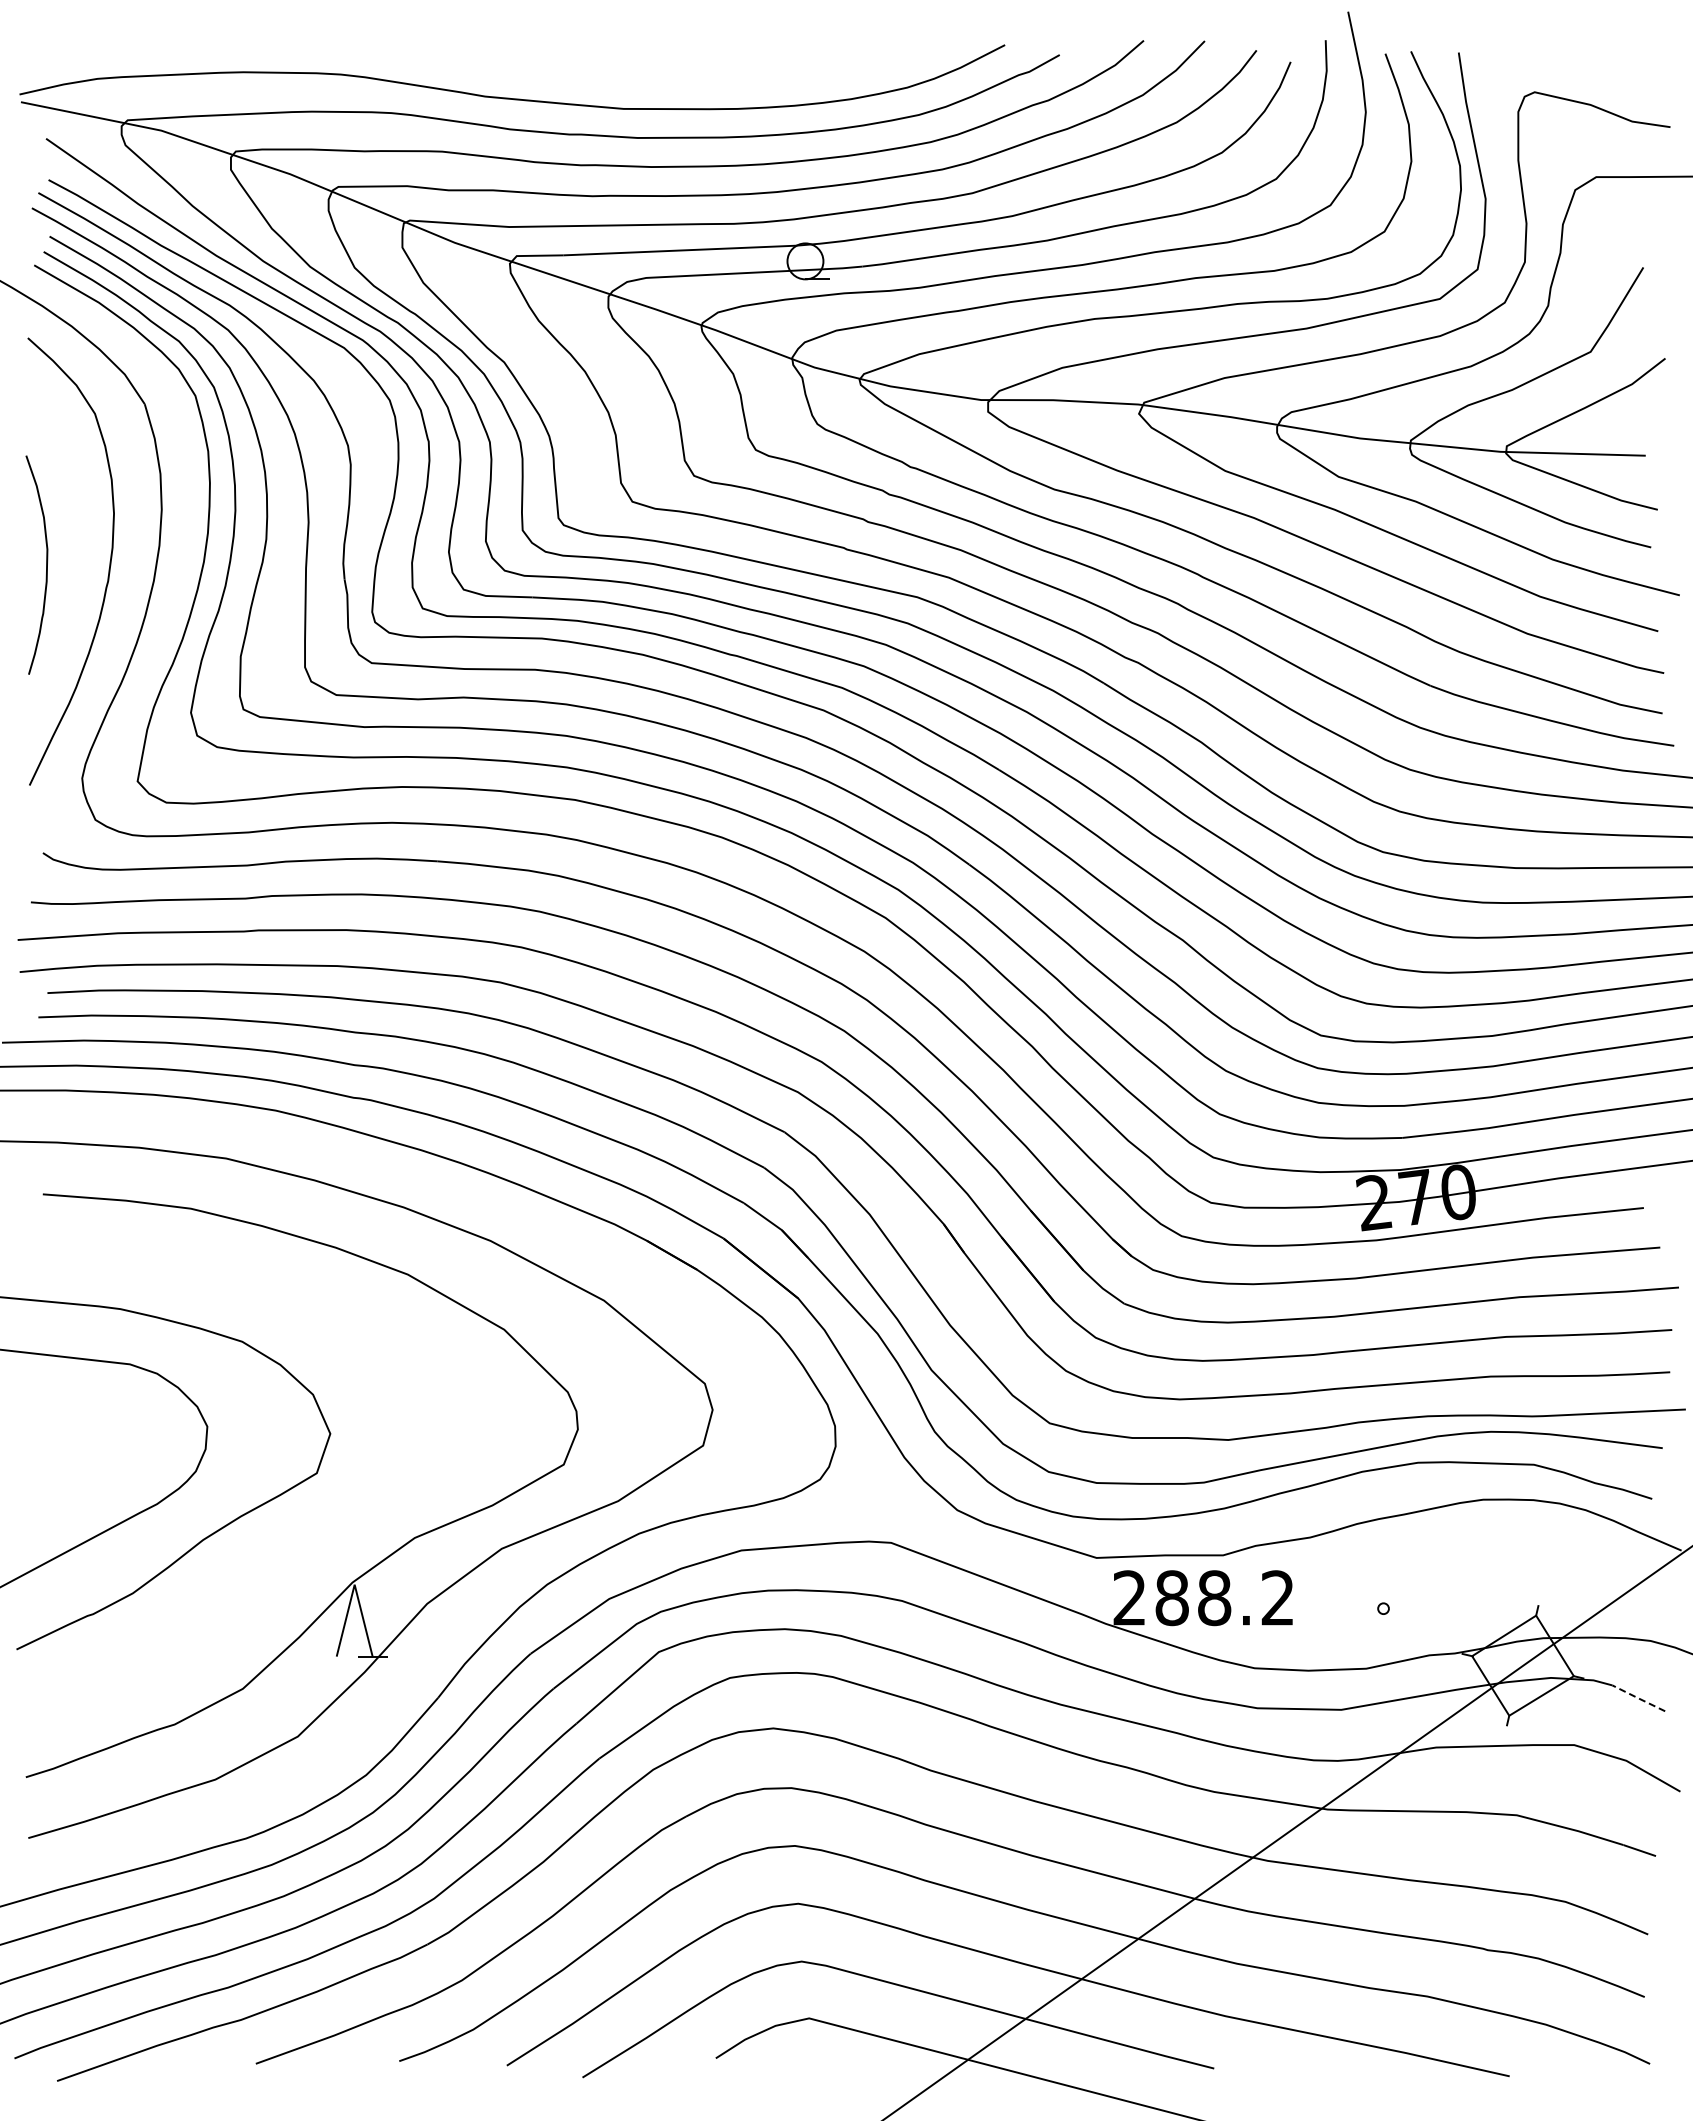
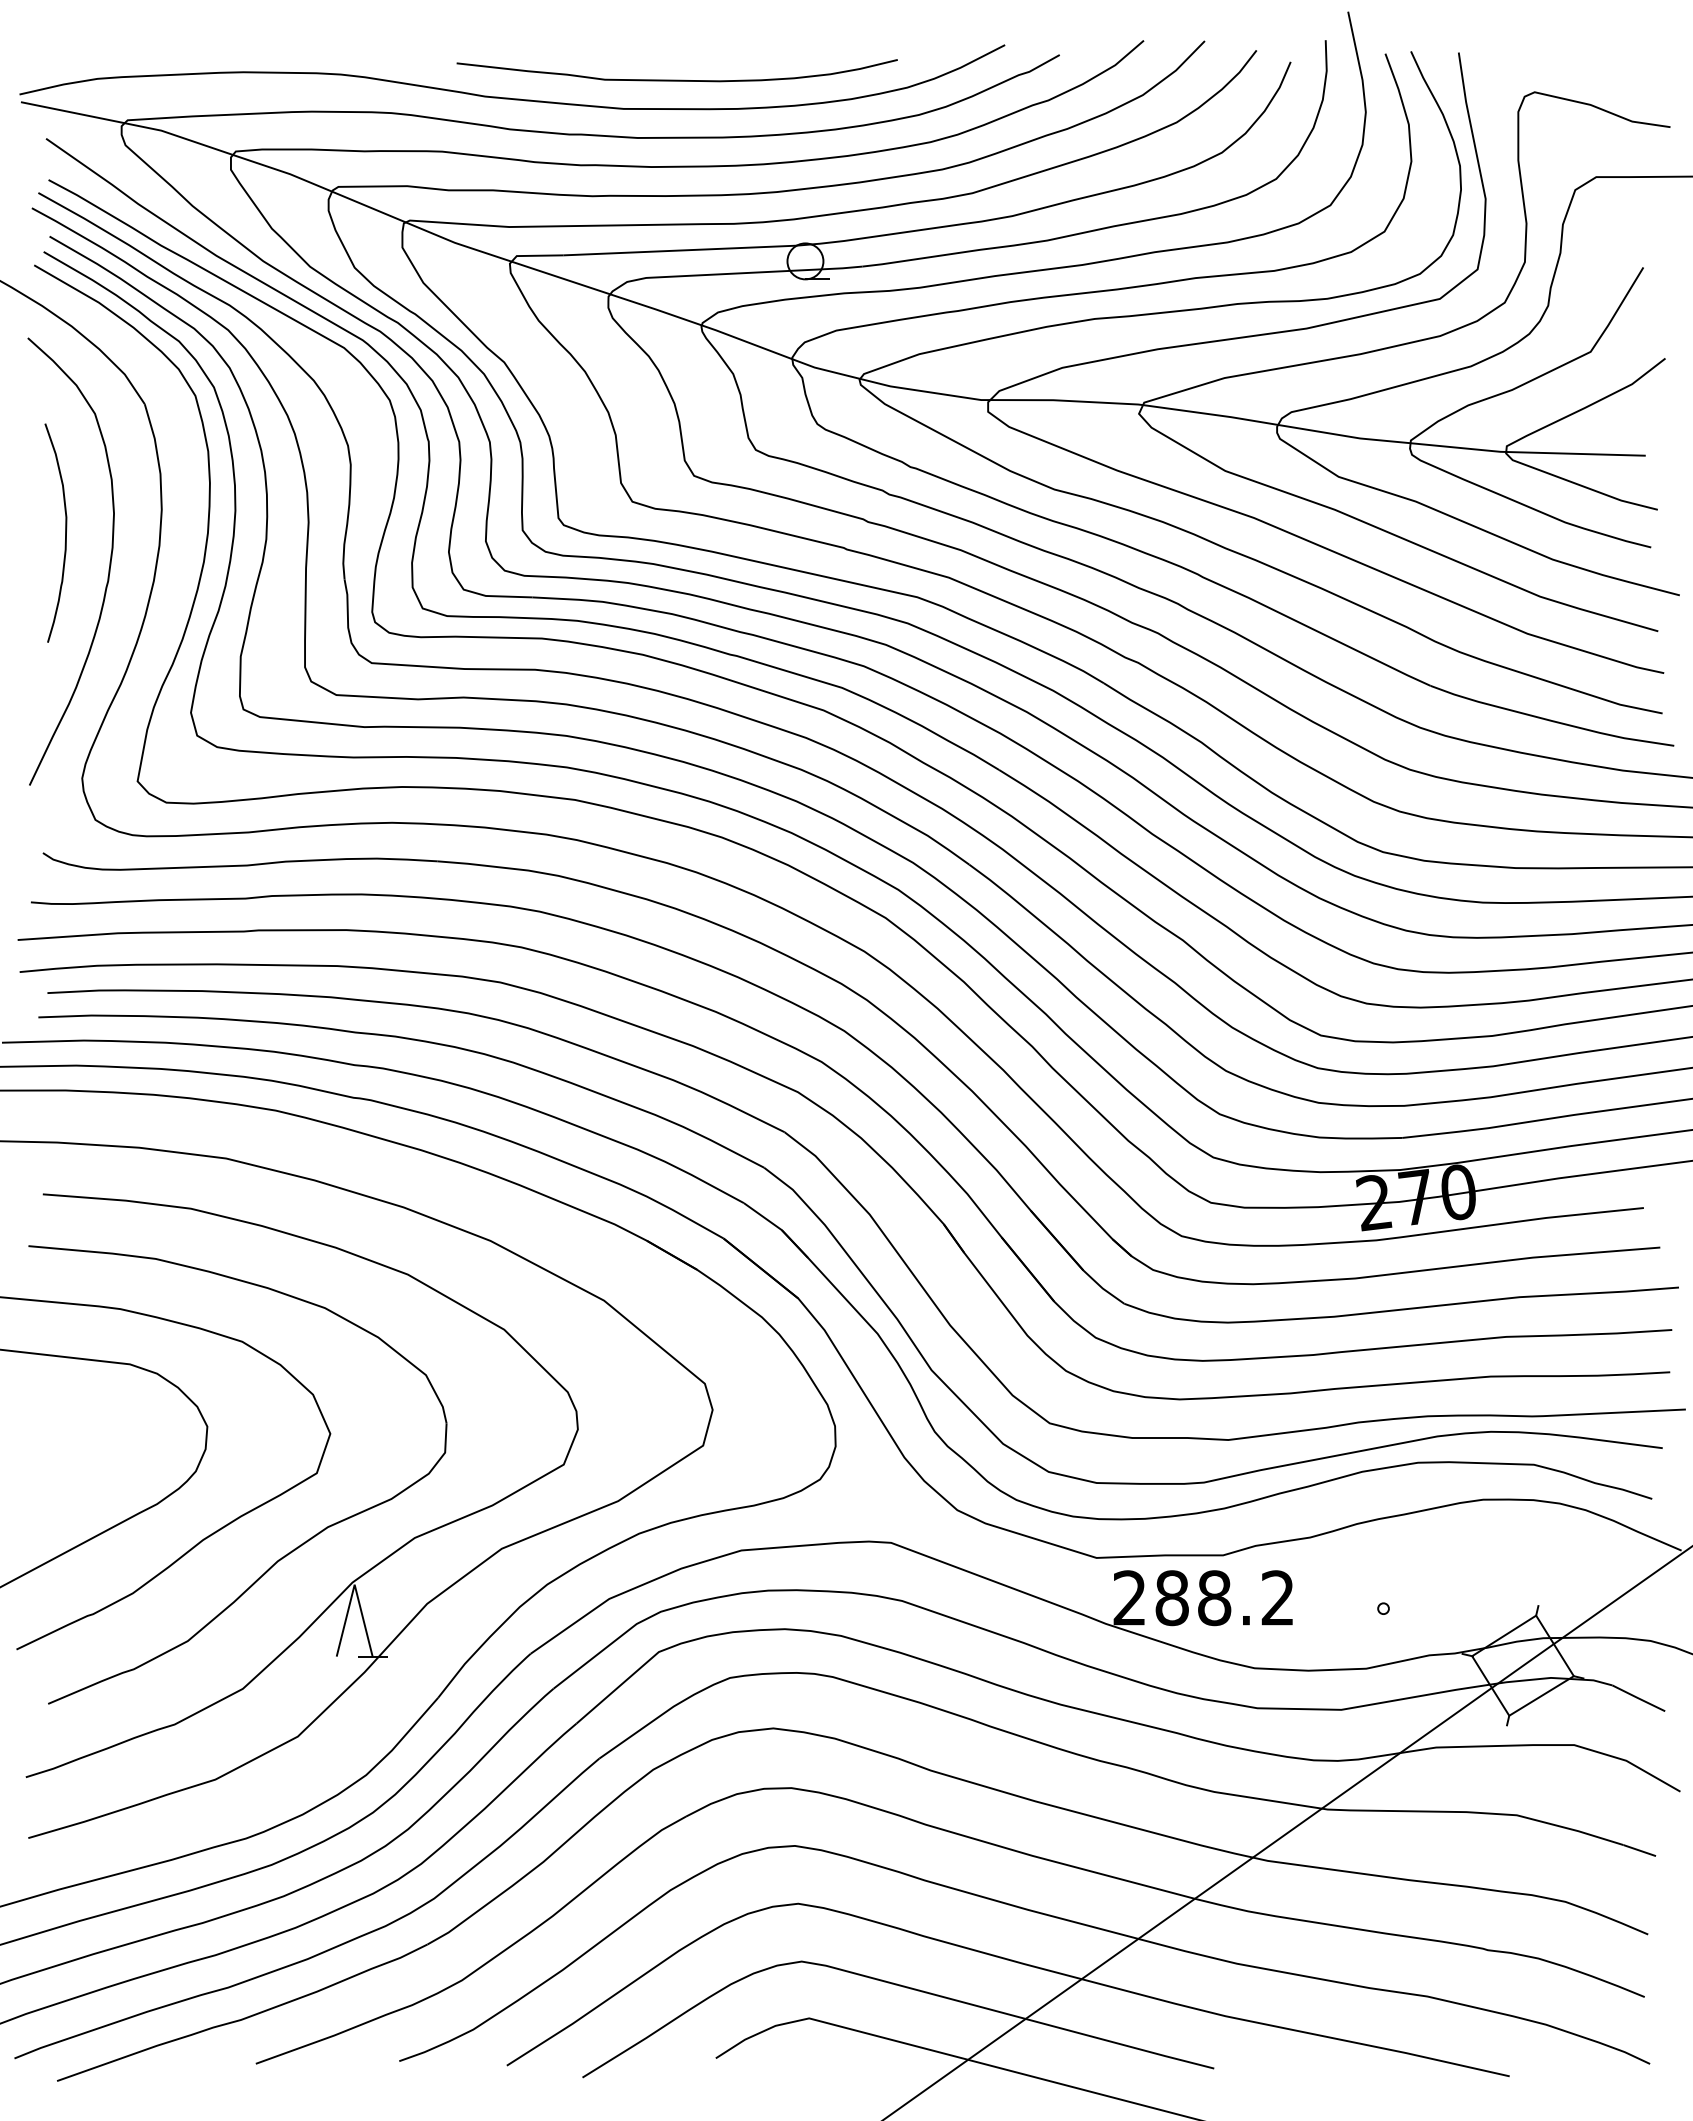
curve at (676, 79): none -> present
curve at (46, 564) position: (46, 564) -> (65, 532)
part at (288, 1552): none -> present
line at (1638, 1698): dashed -> solid
